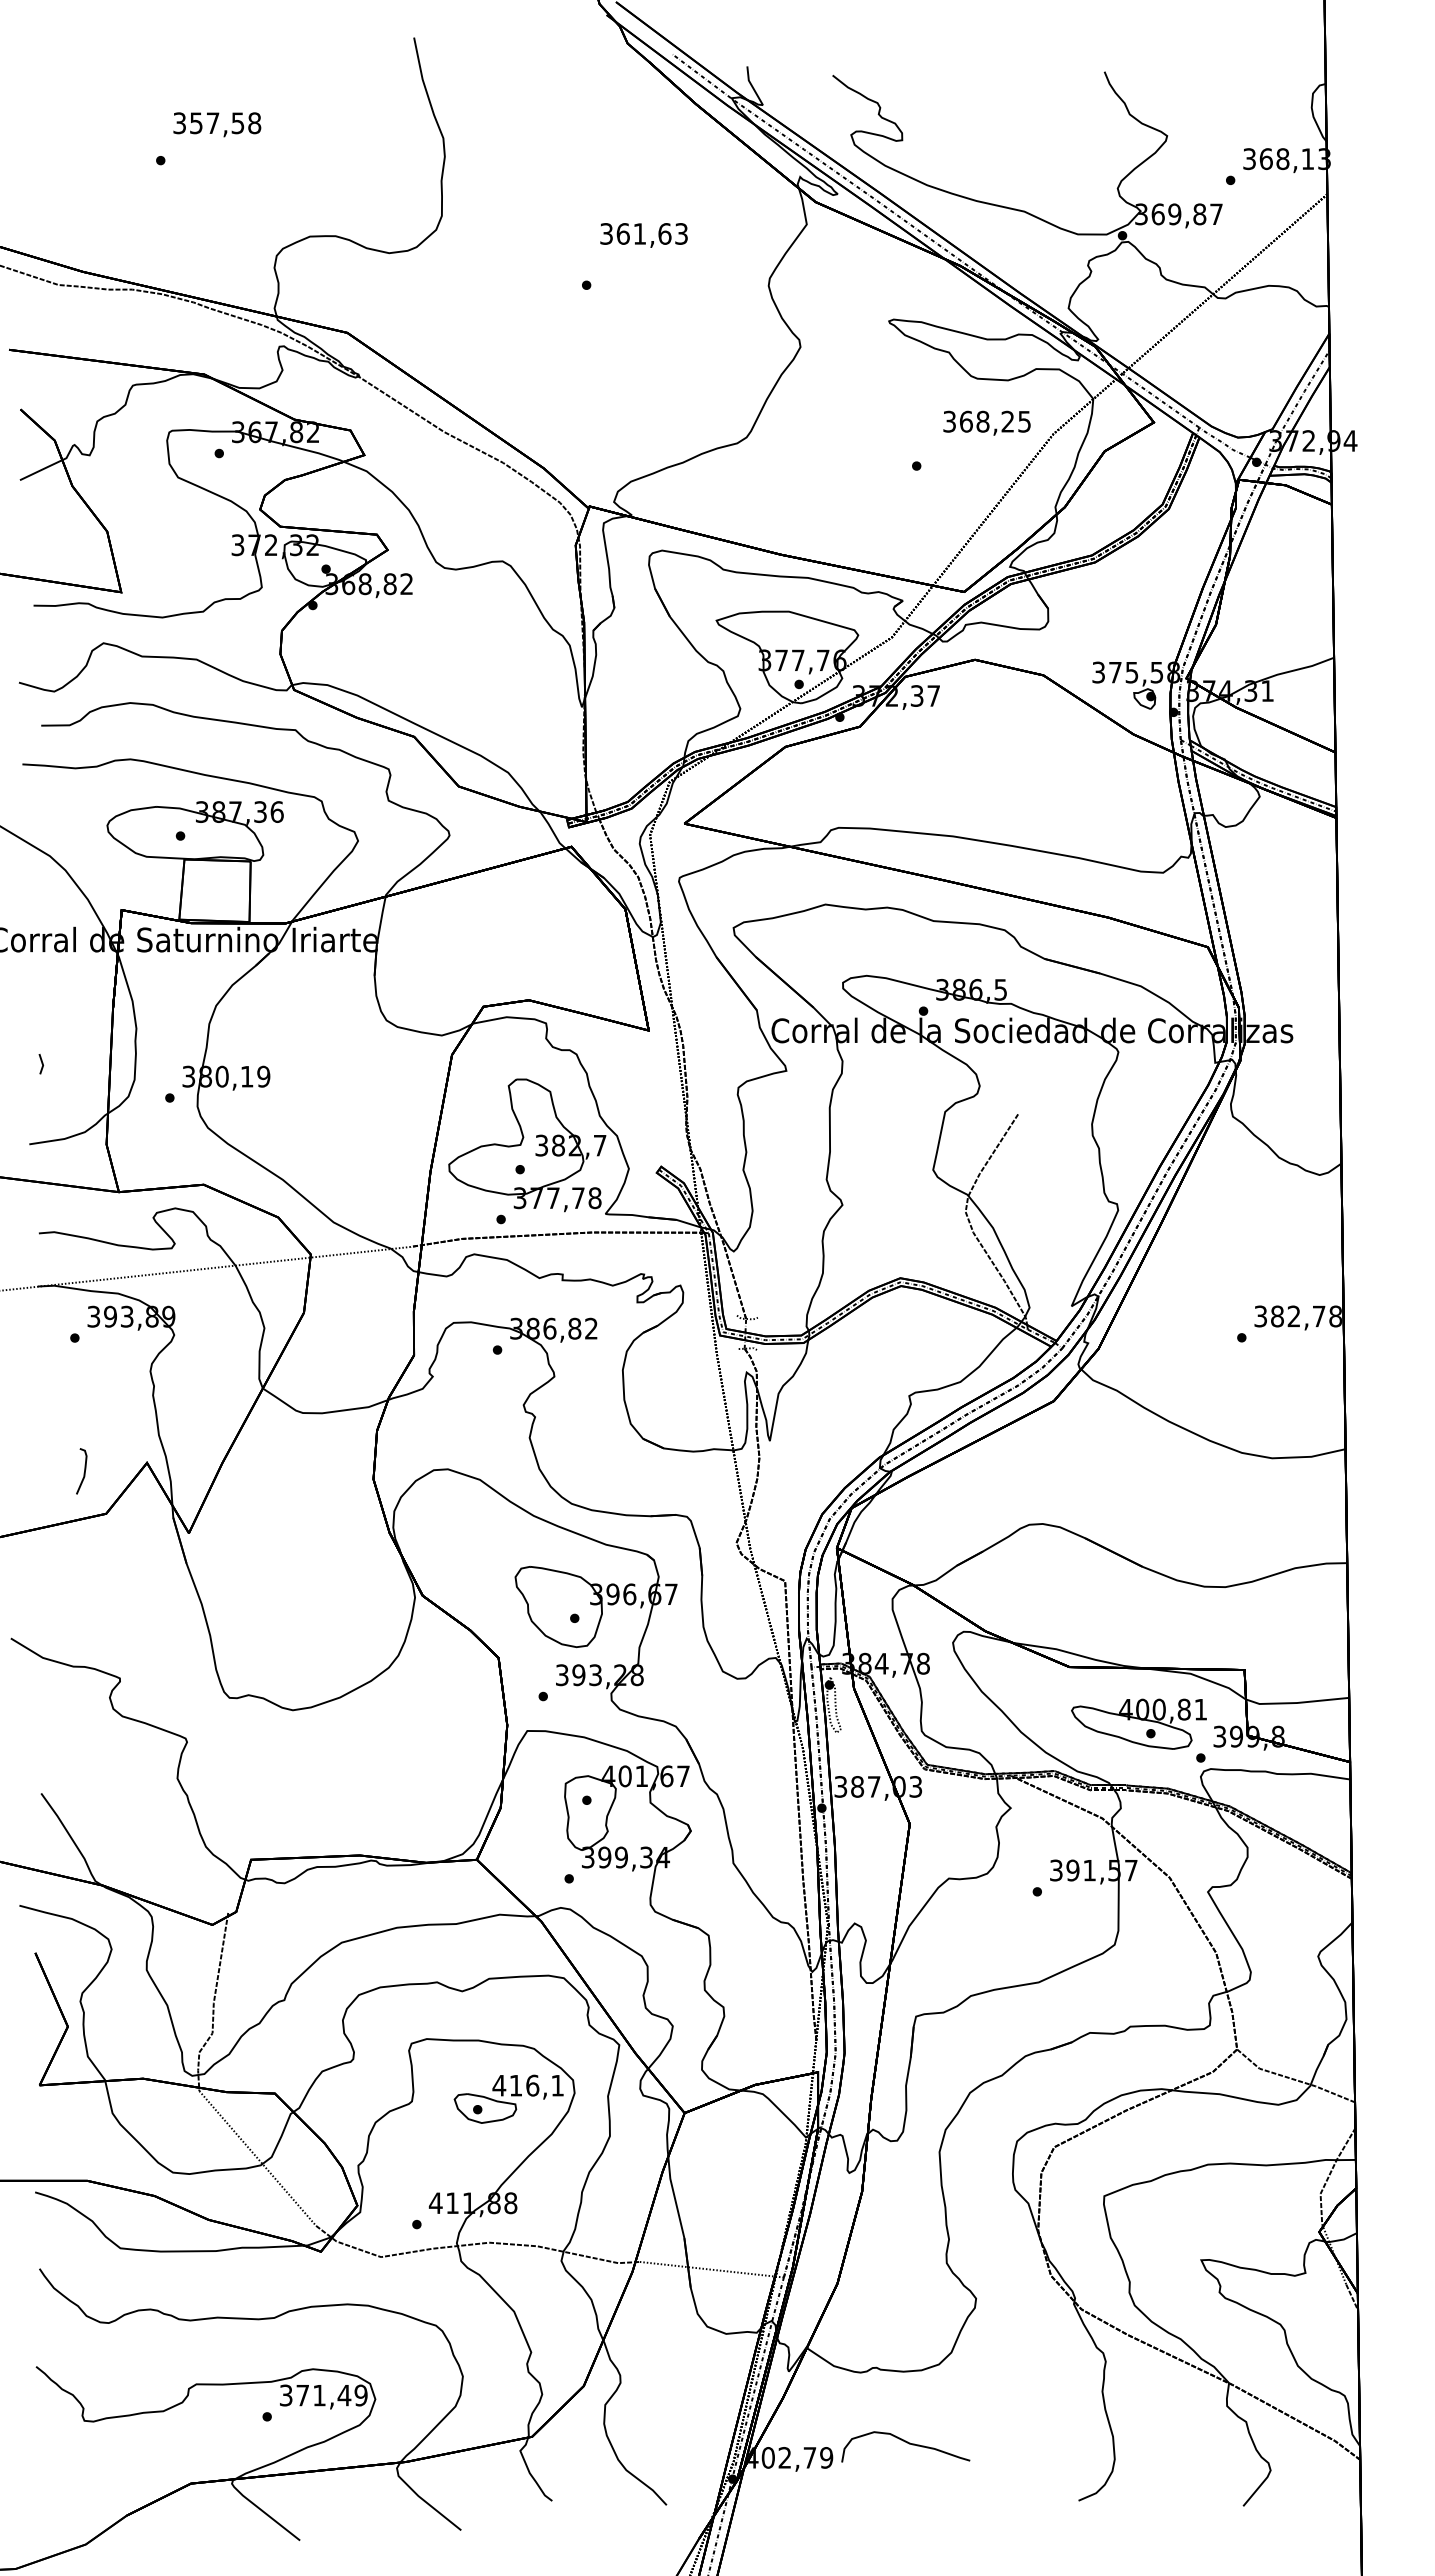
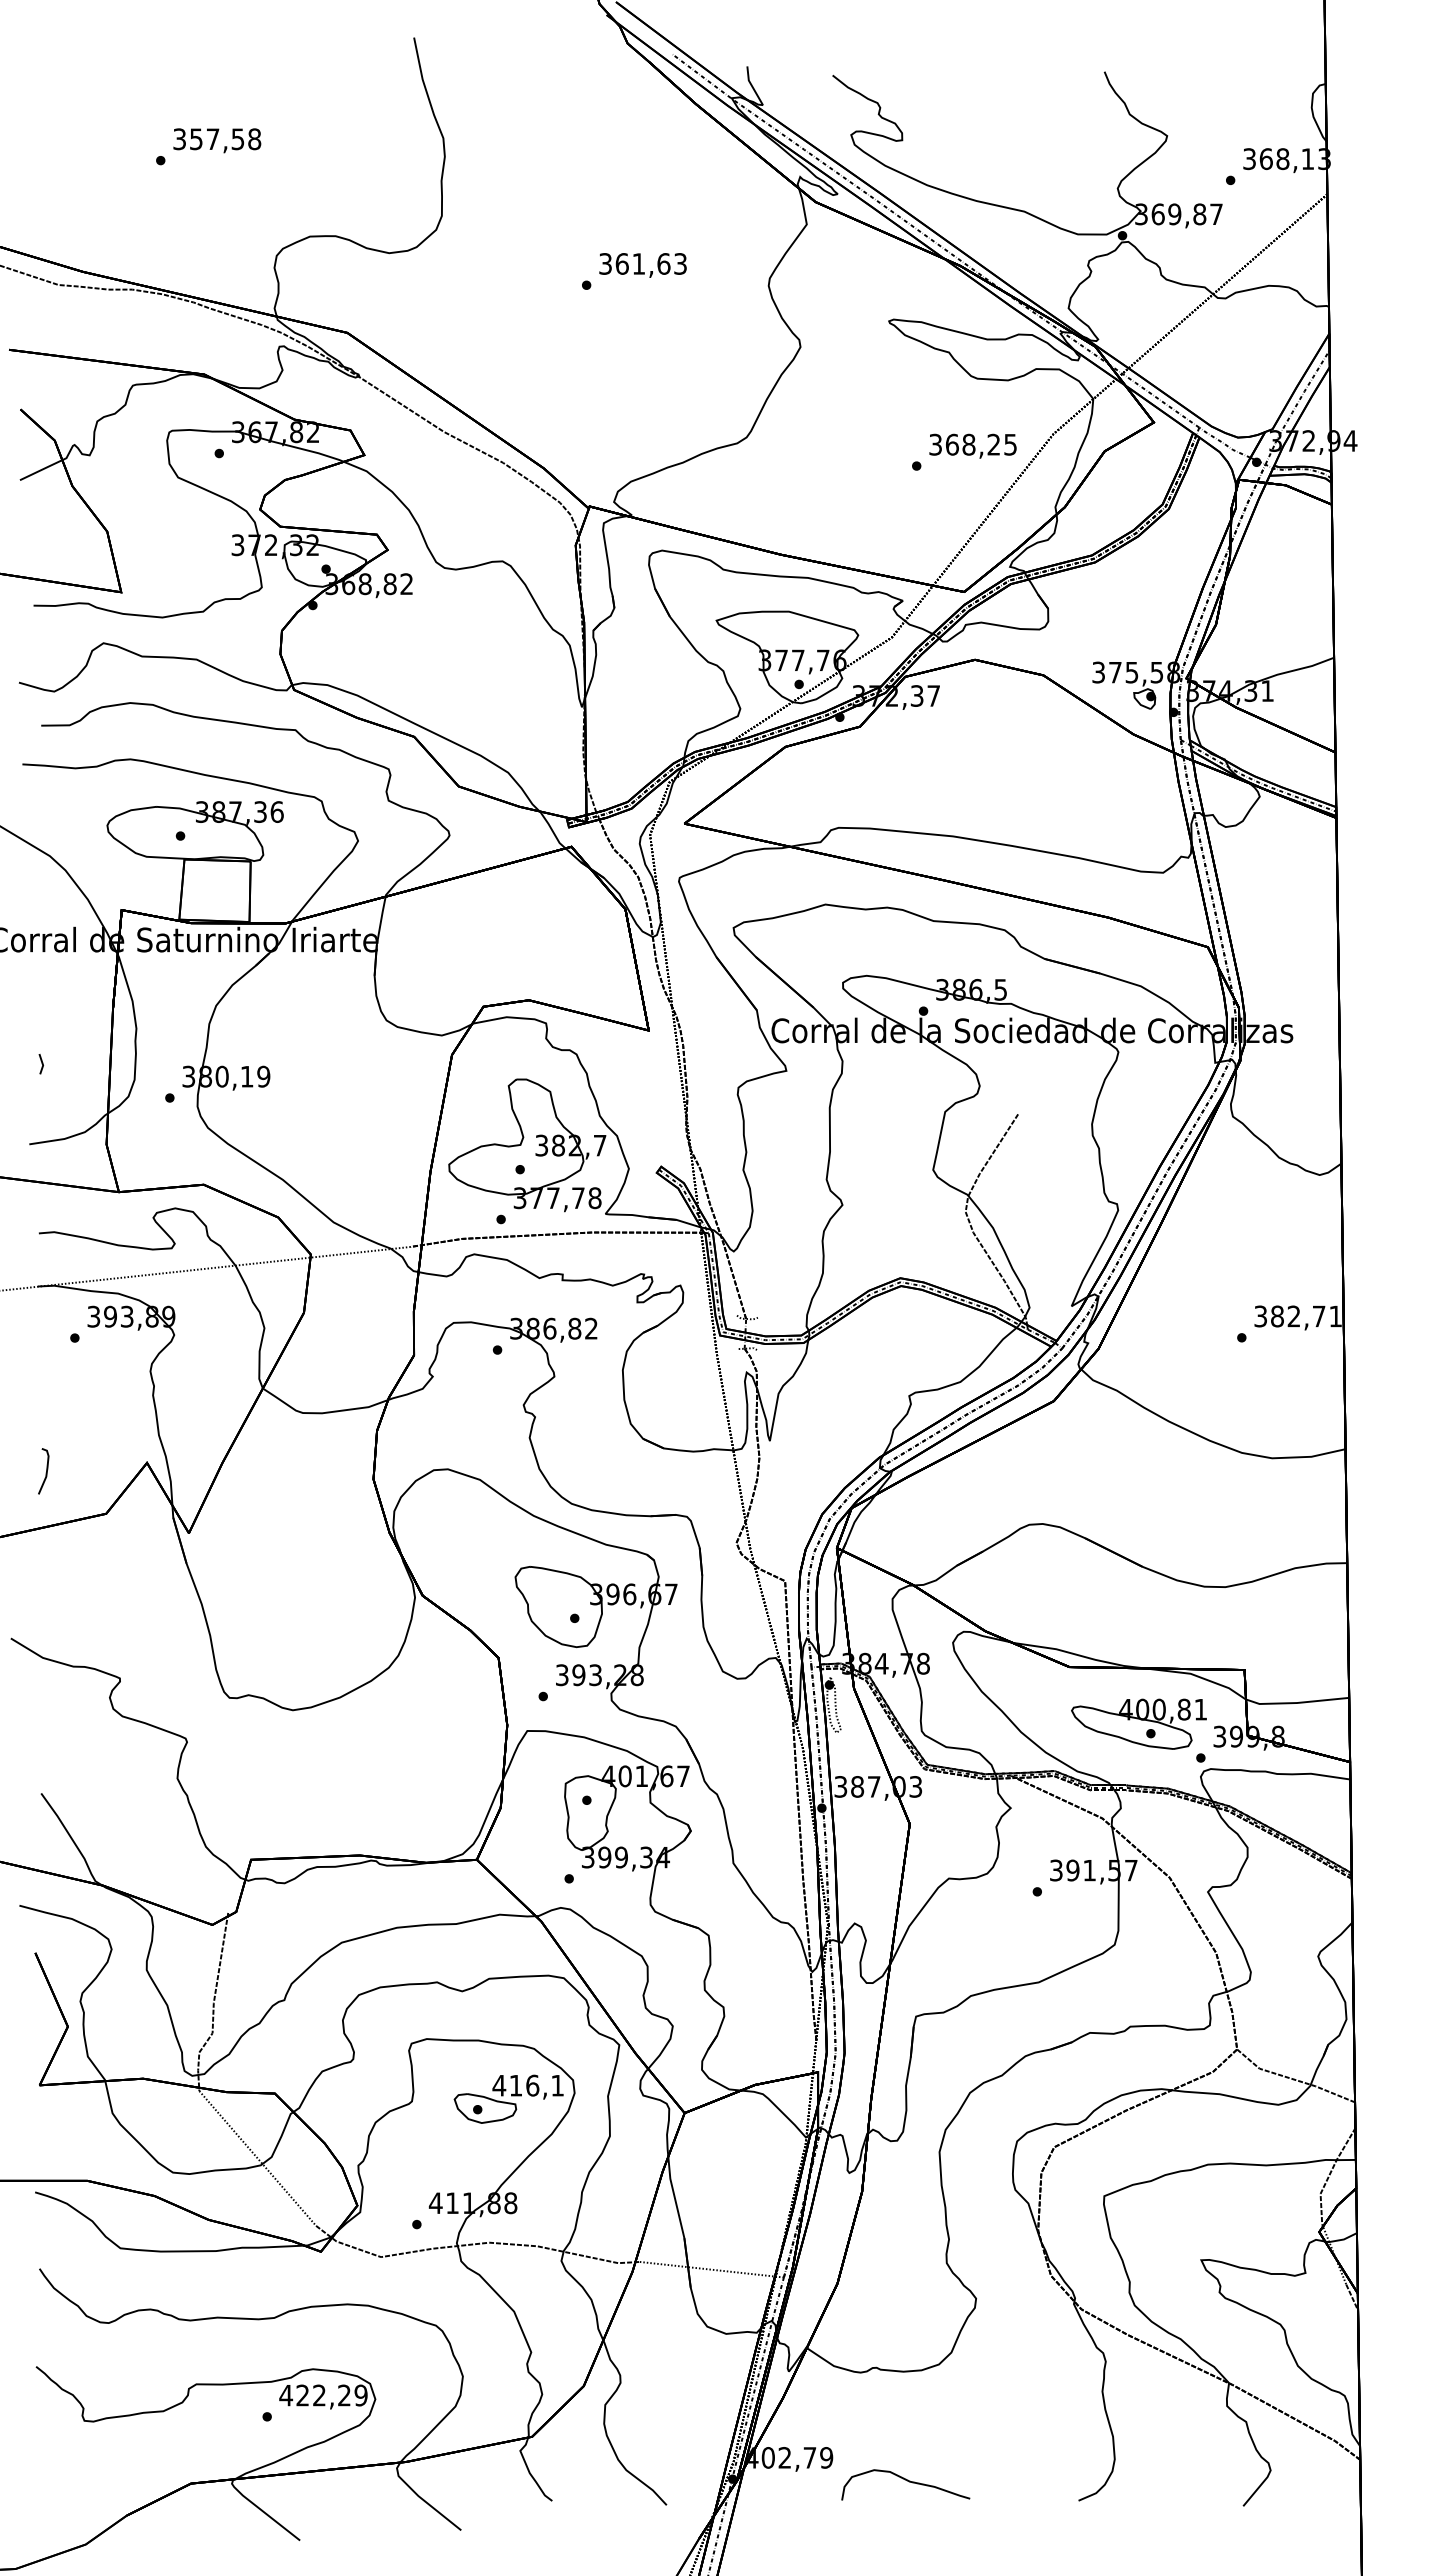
text at (217, 124) position: (217, 124) -> (217, 140)
text at (643, 235) position: (643, 235) -> (642, 265)
text at (986, 422) position: (986, 422) -> (972, 445)
text at (1335, 1316): 382,78 -> 382,71
curve at (83, 1473) position: (83, 1473) -> (45, 1473)
text at (315, 2395): 371,49 -> 422,29
curve at (907, 2443) position: (907, 2443) -> (907, 2481)
